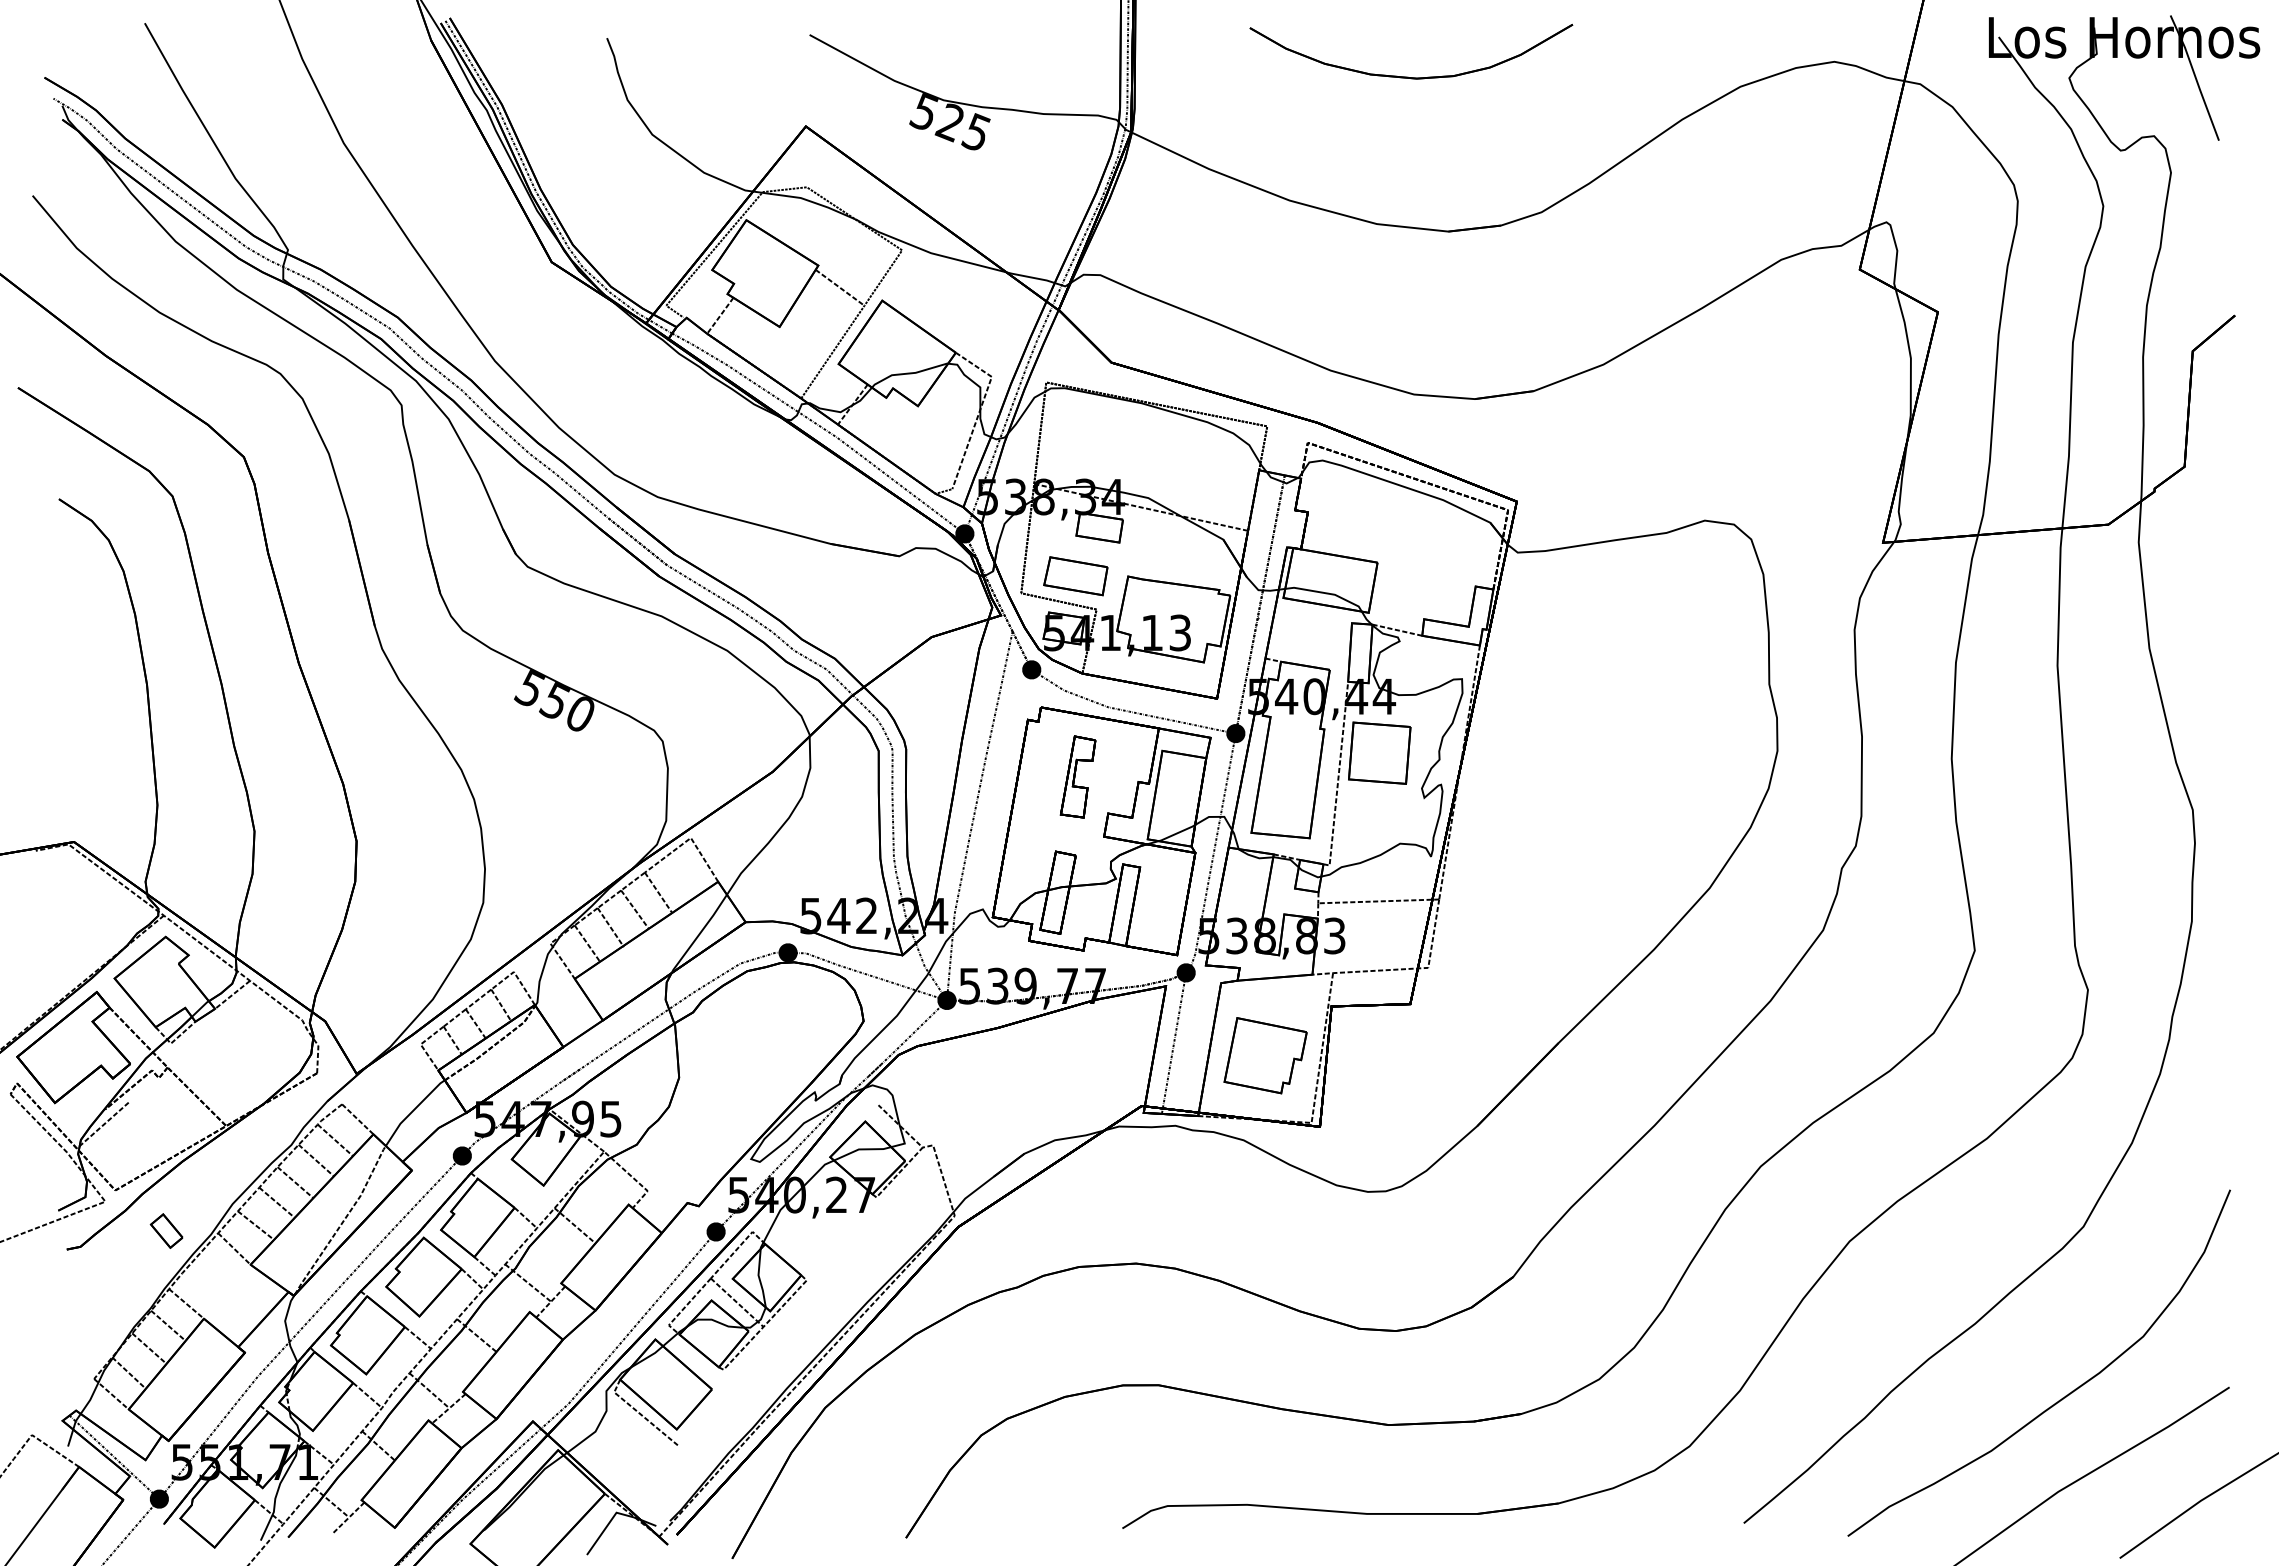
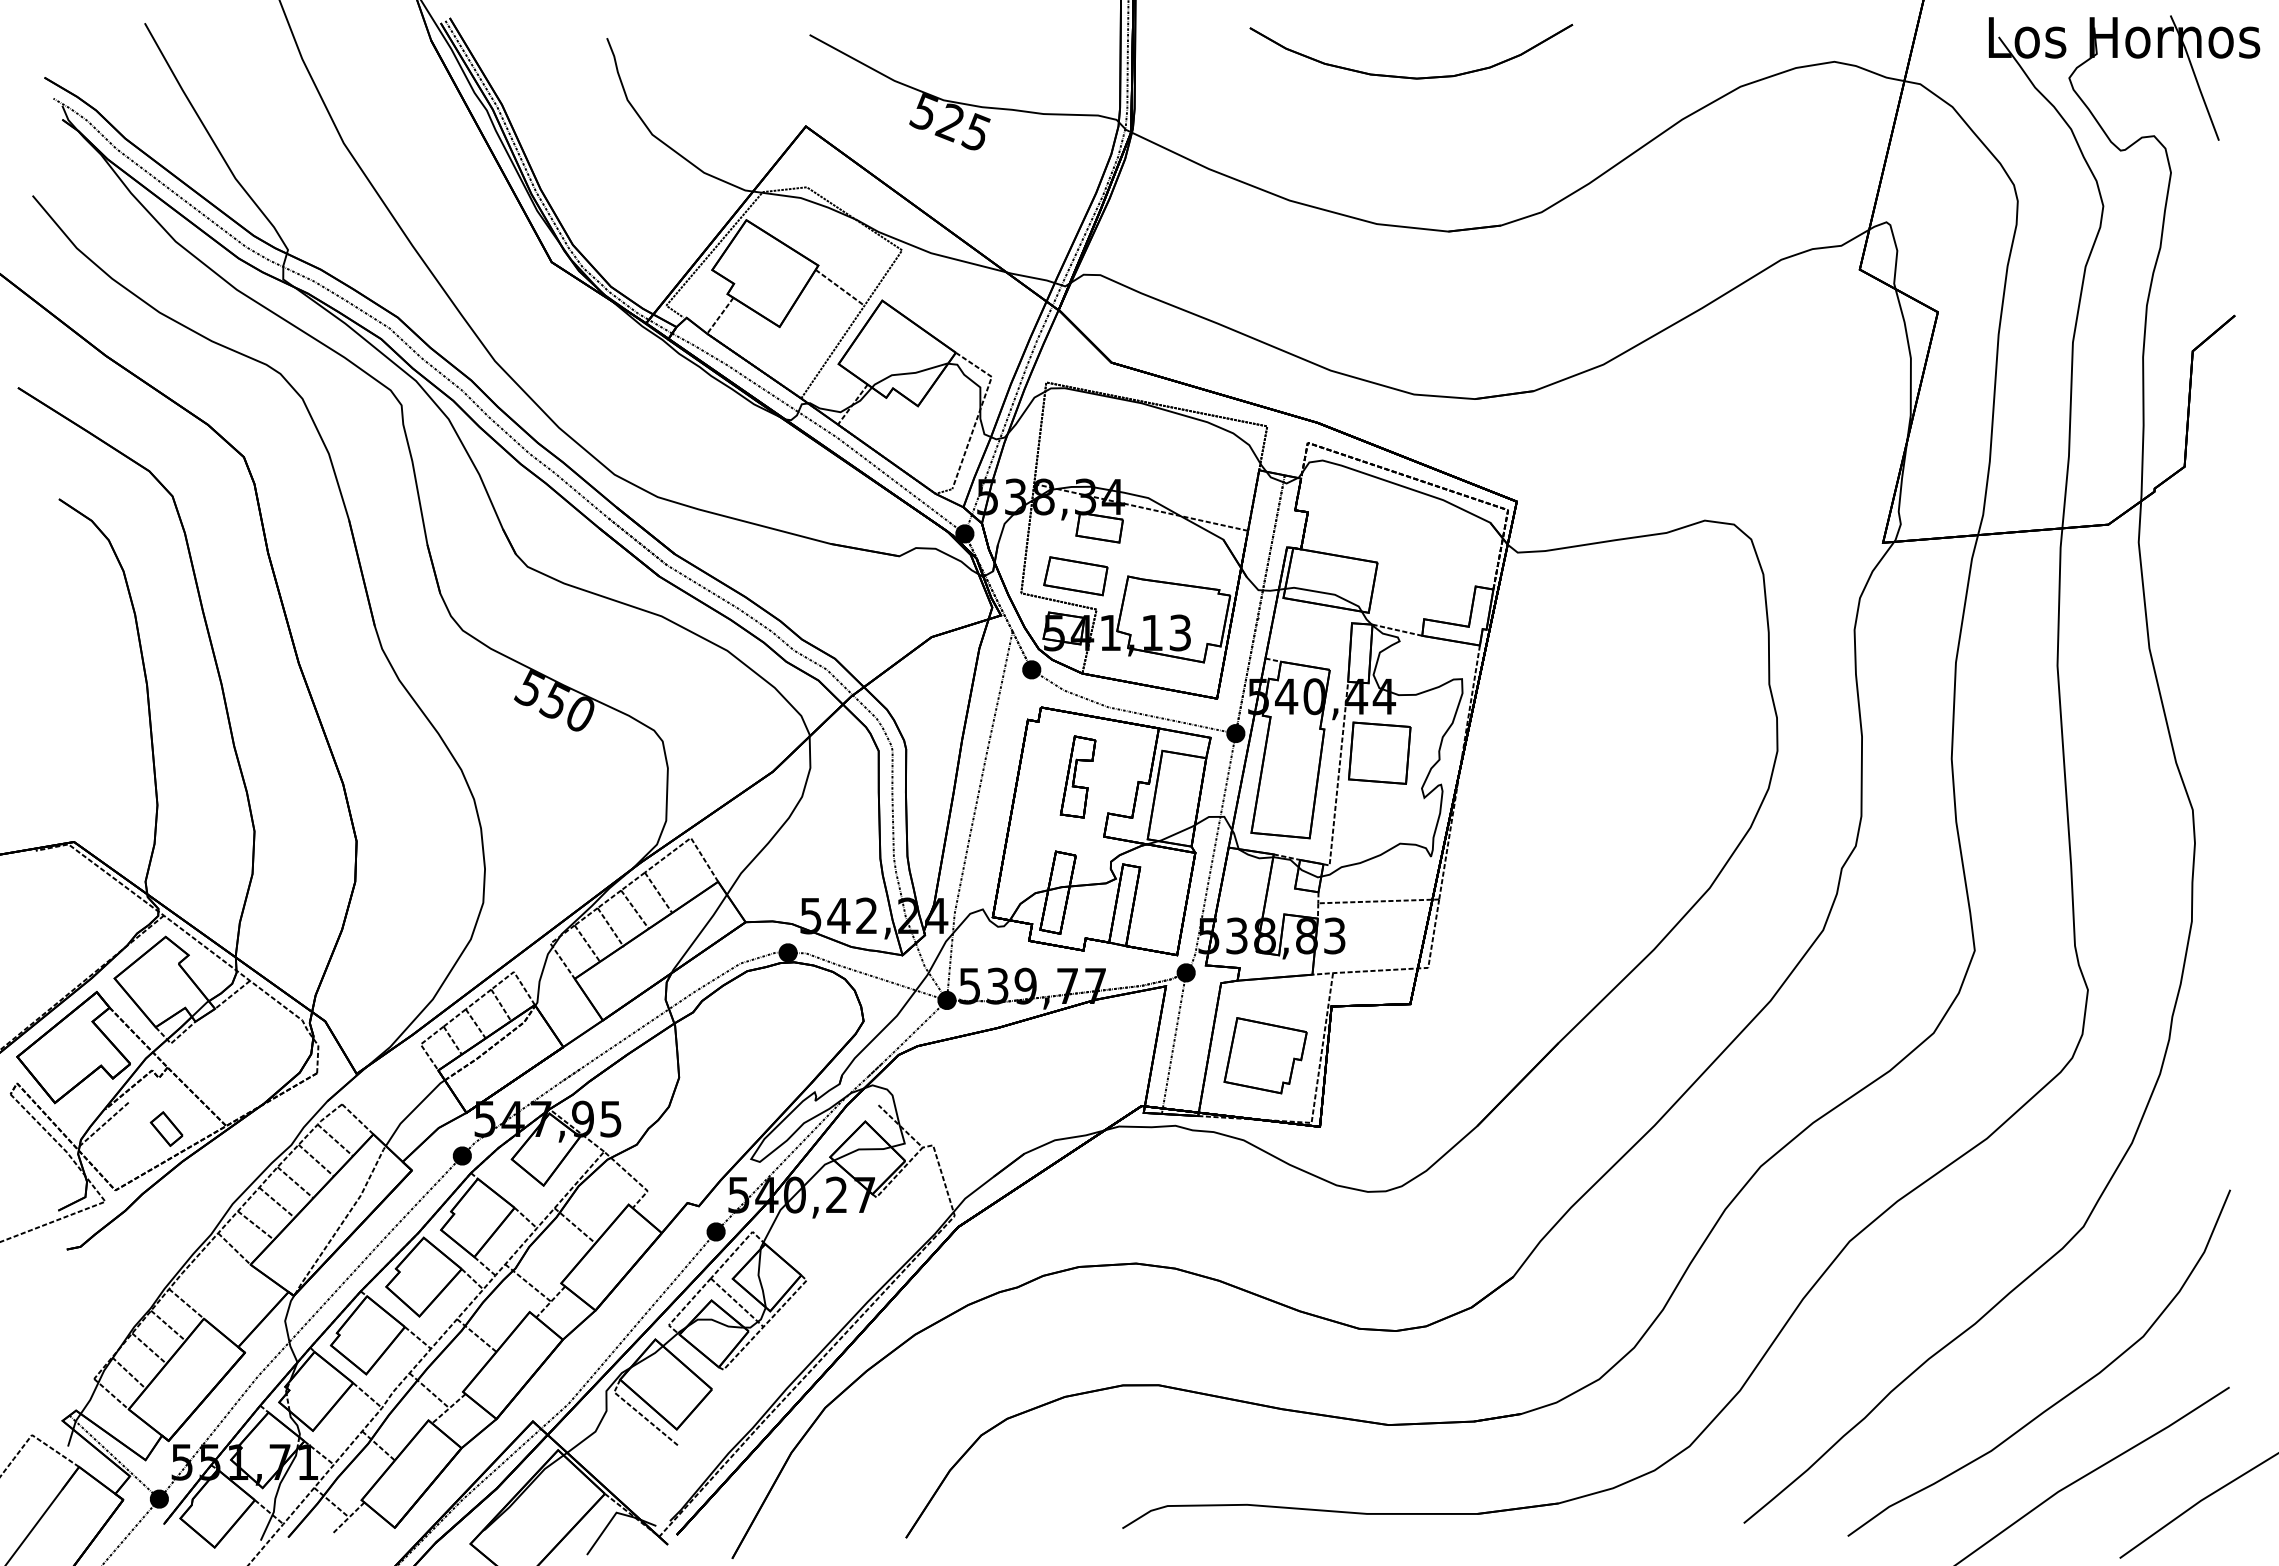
part at (166, 1230) position: (166, 1230) -> (166, 1128)
